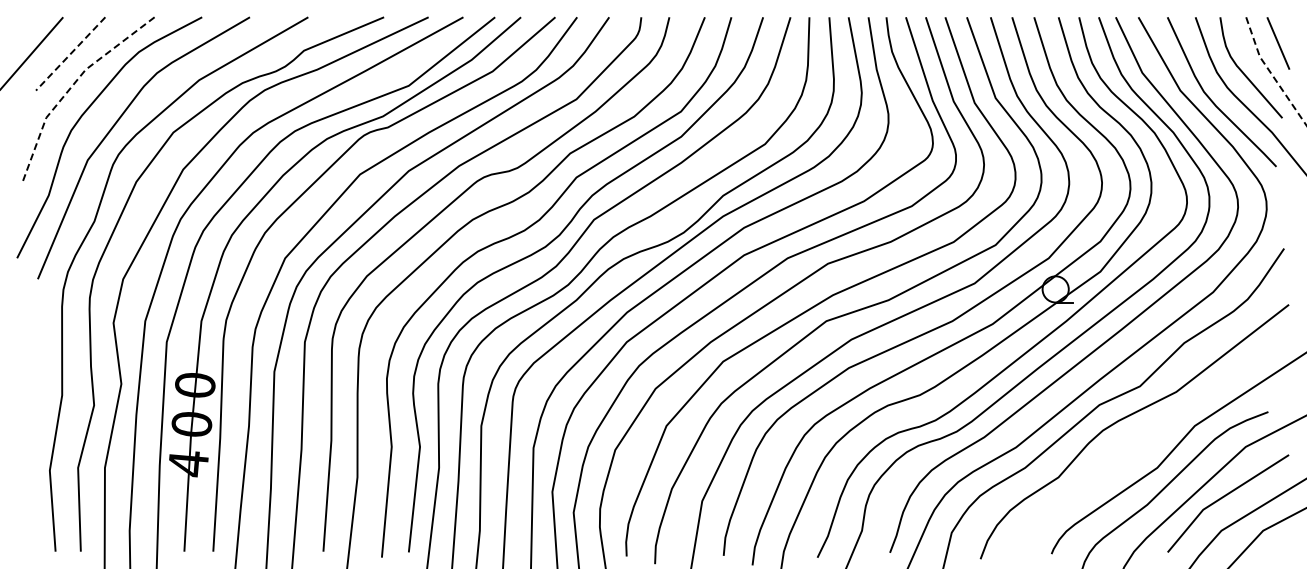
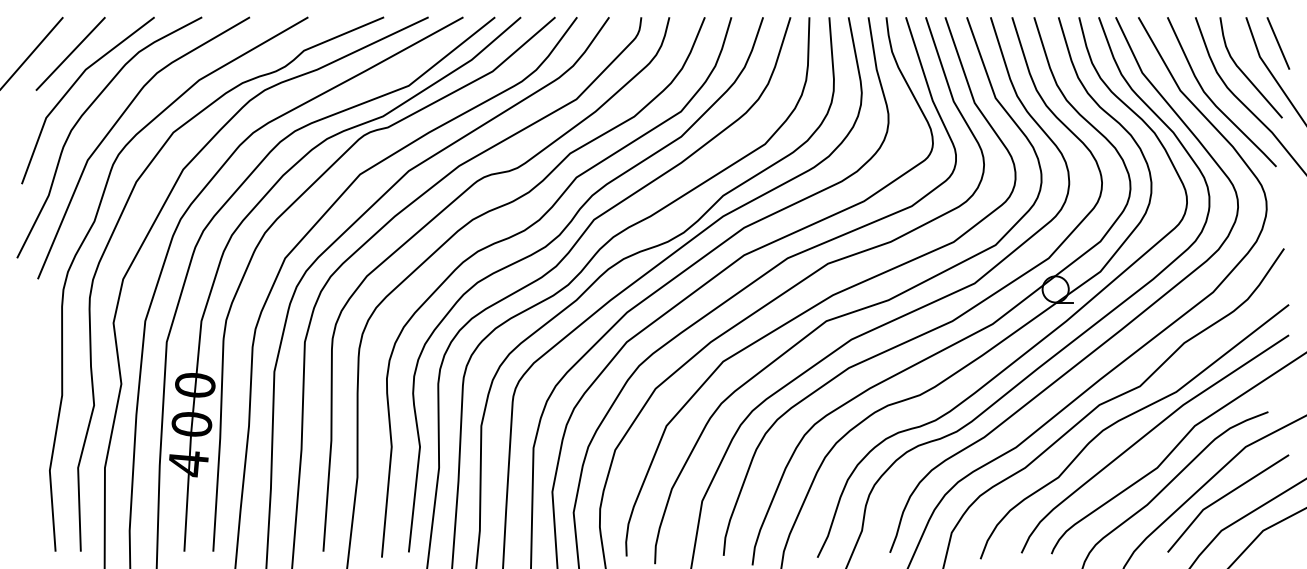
line at (70, 54): dashed -> solid
line at (1271, 74): dashed -> solid
line at (70, 88): dashed -> solid
curve at (1148, 434): none -> present
